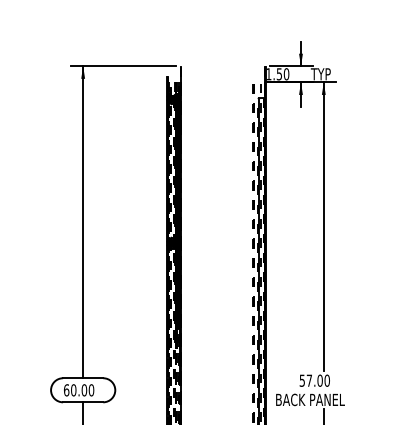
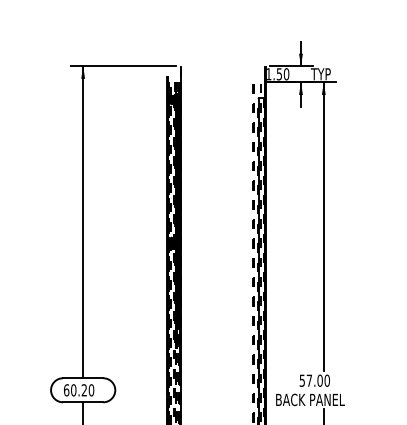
text at (84, 390): 60.00 -> 60.20
